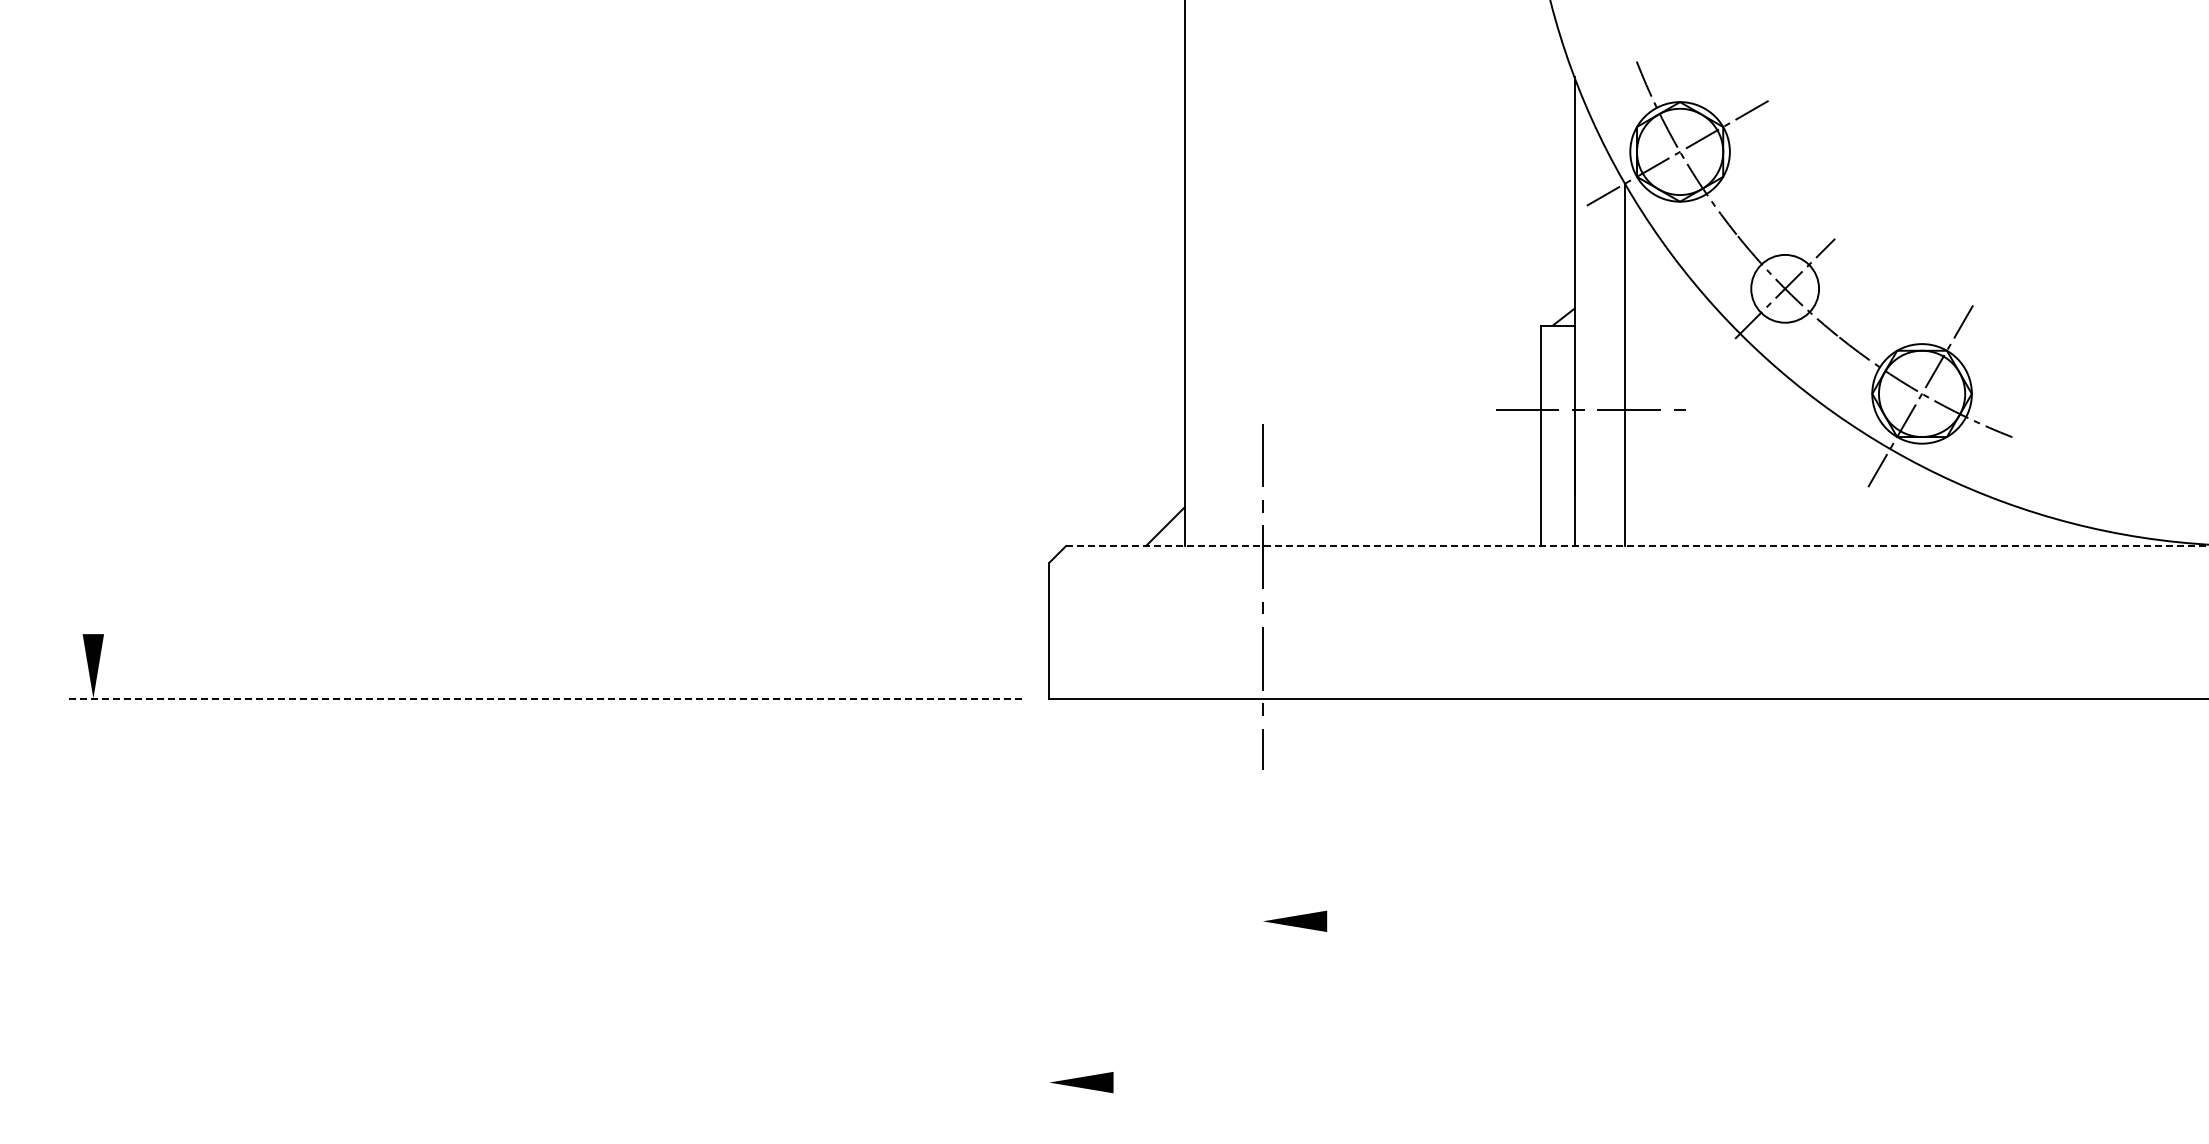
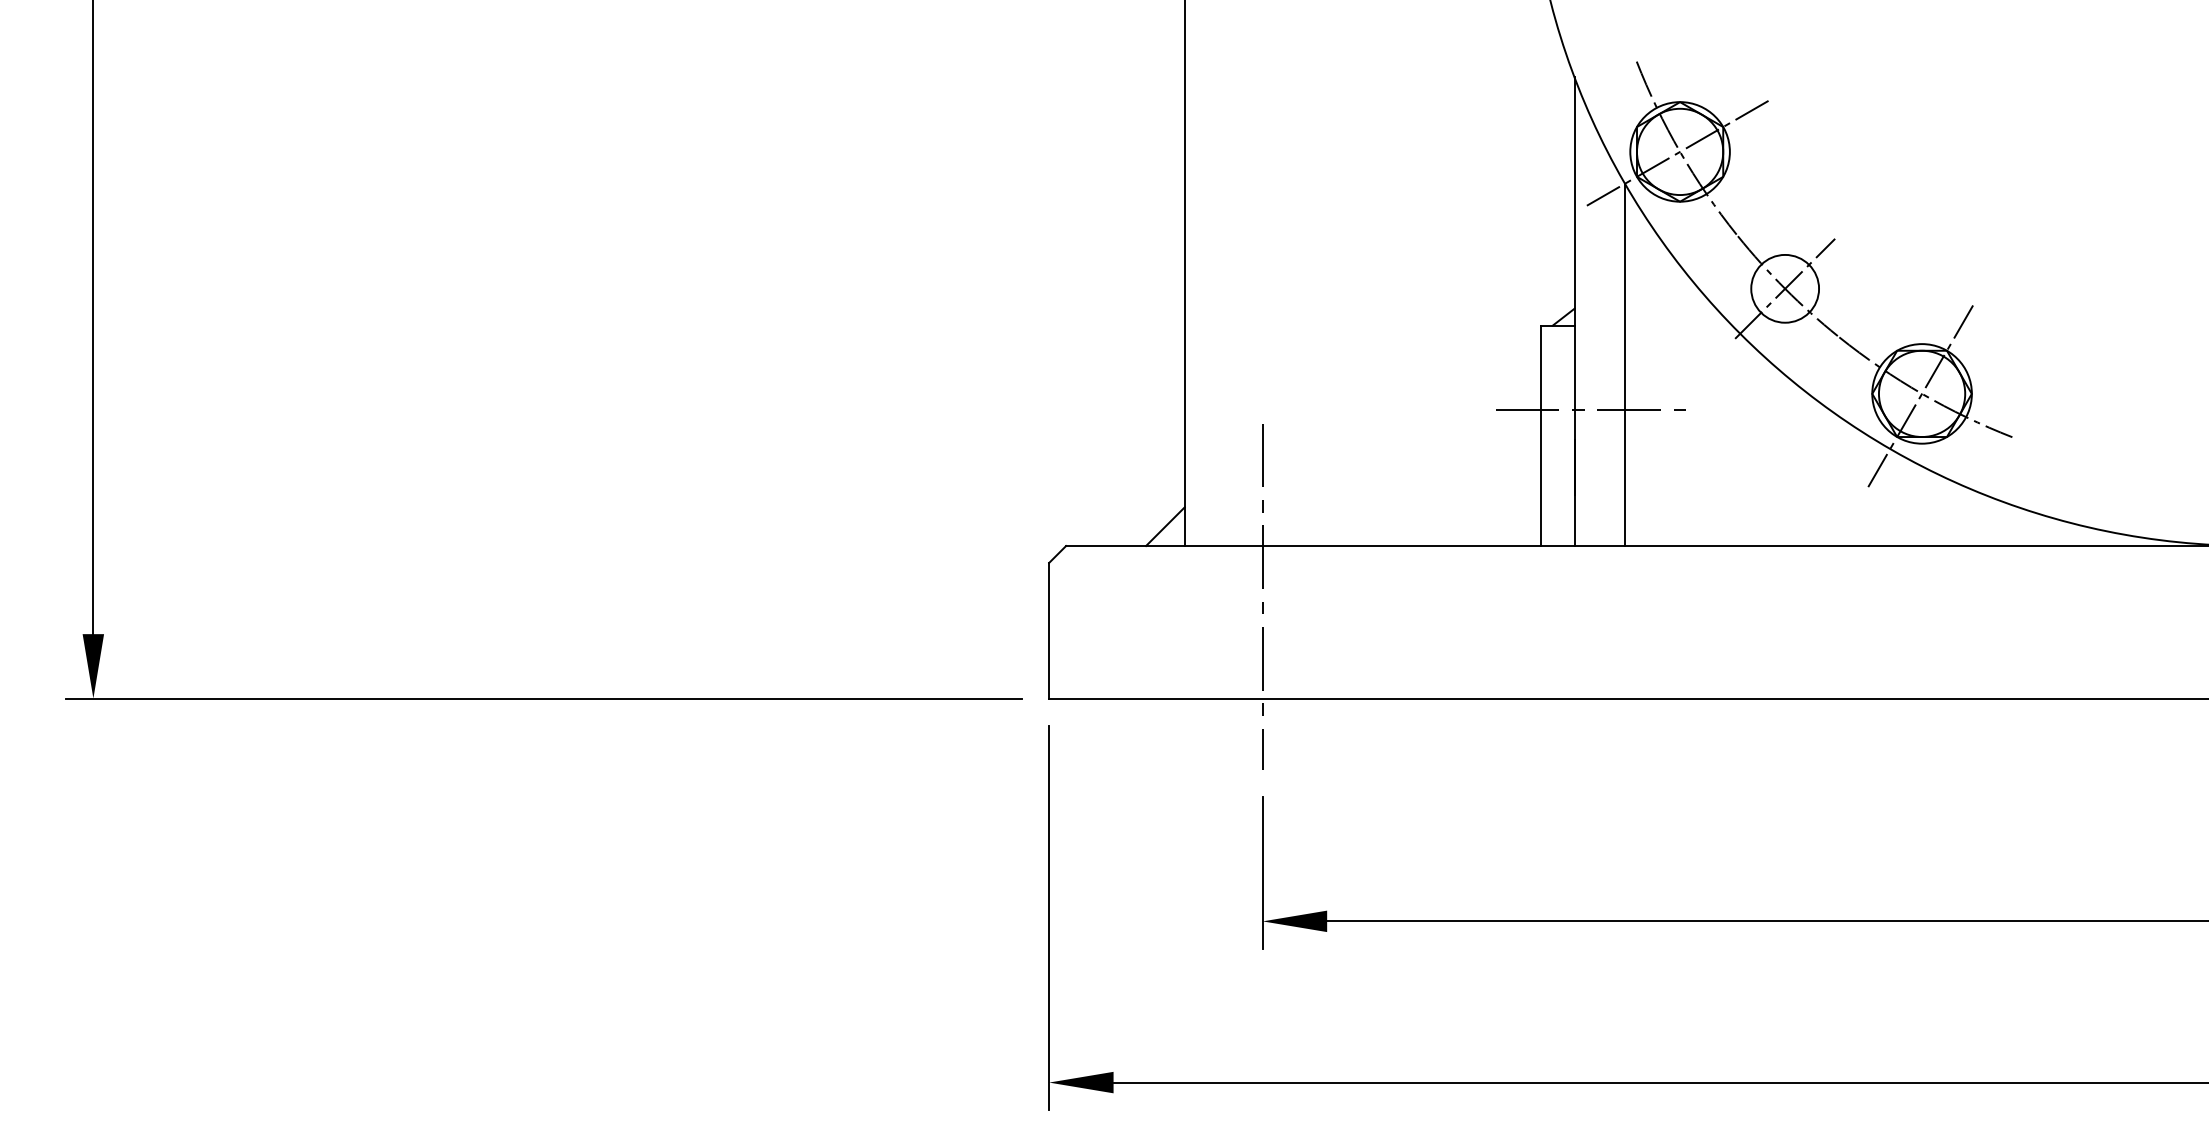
line at (93, 318): none -> present
line at (1637, 546): dashed -> solid
line at (544, 698): dashed -> solid
line at (1262, 872): none -> present
line at (1049, 917): none -> present
line at (1766, 921): none -> present
line at (1659, 1082): none -> present
